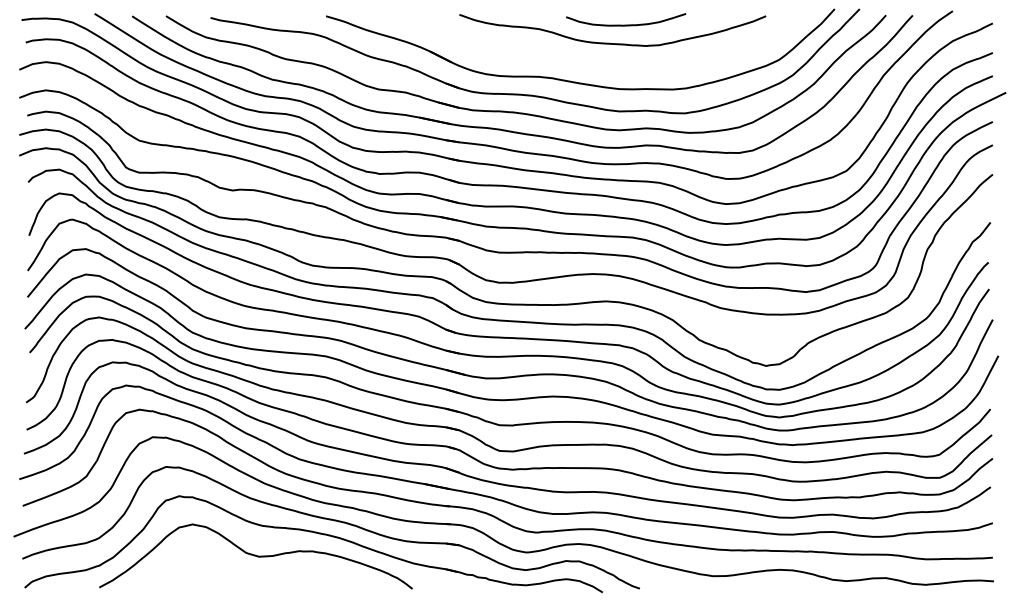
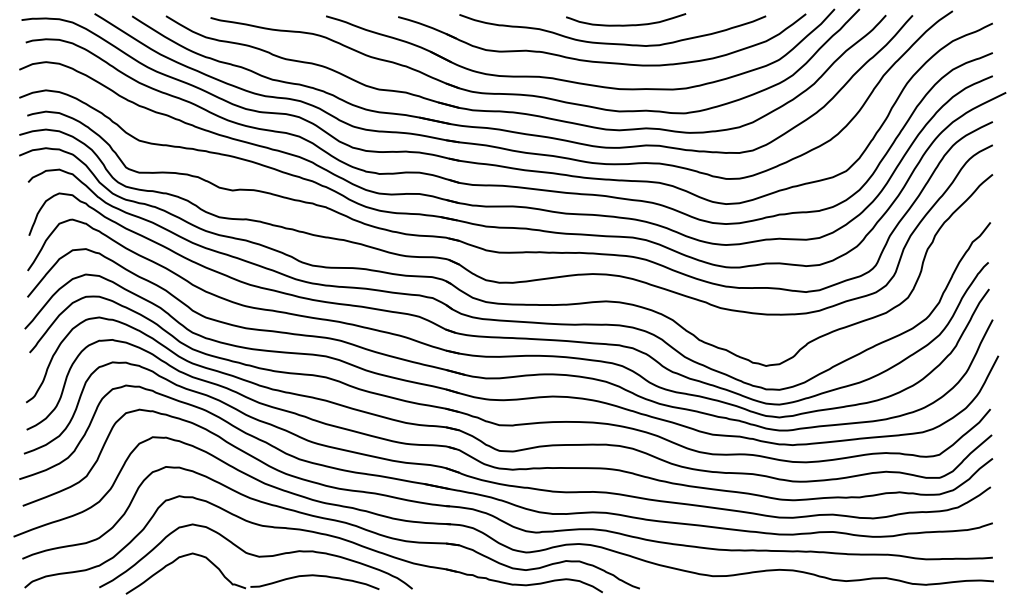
part at (602, 61): none -> present
part at (253, 585): none -> present
